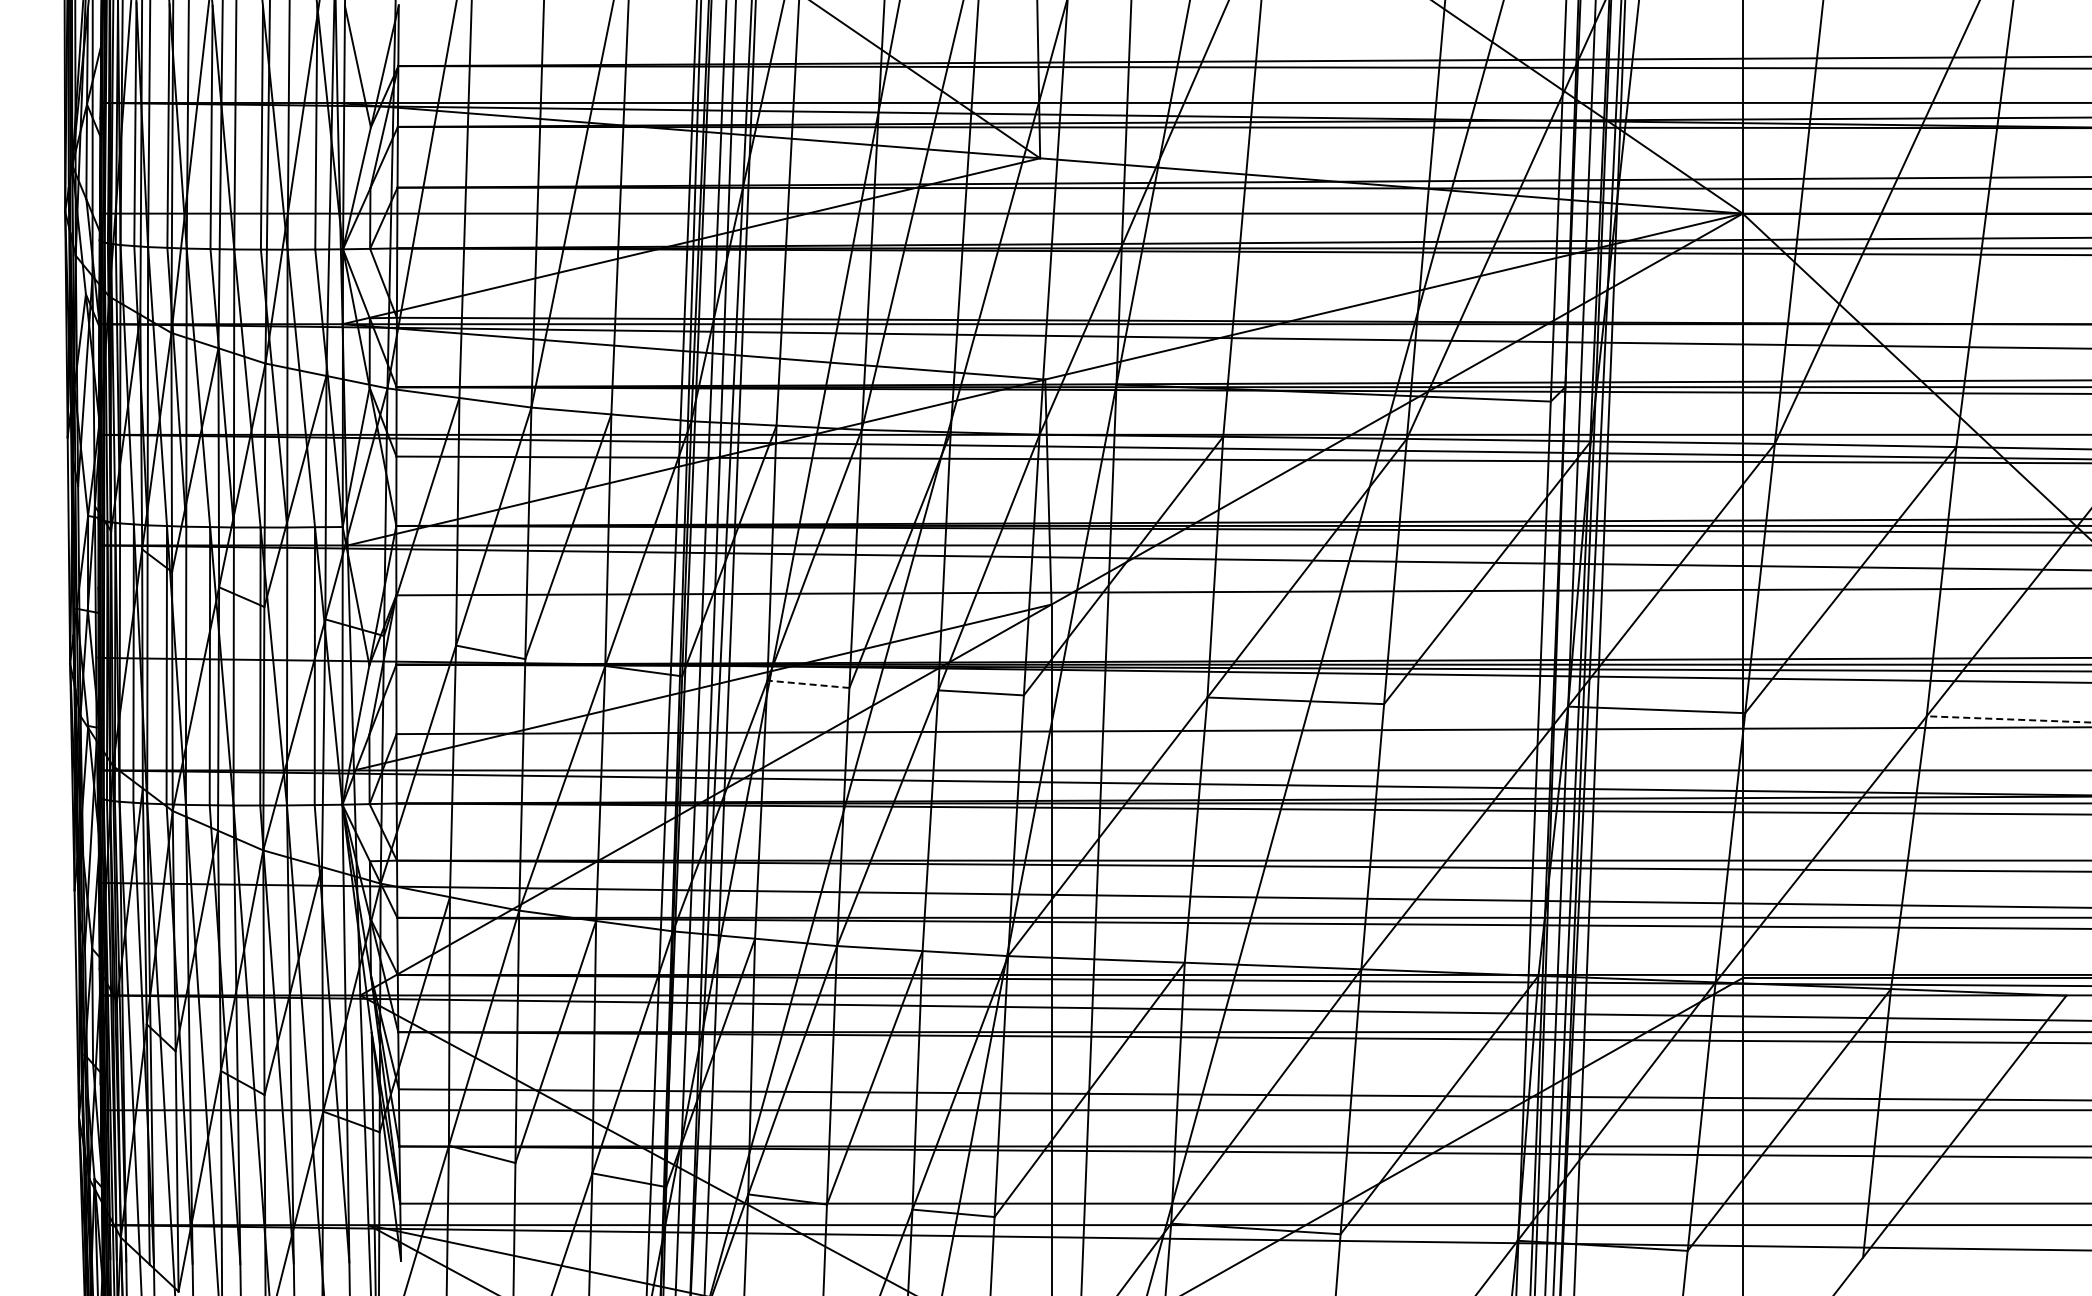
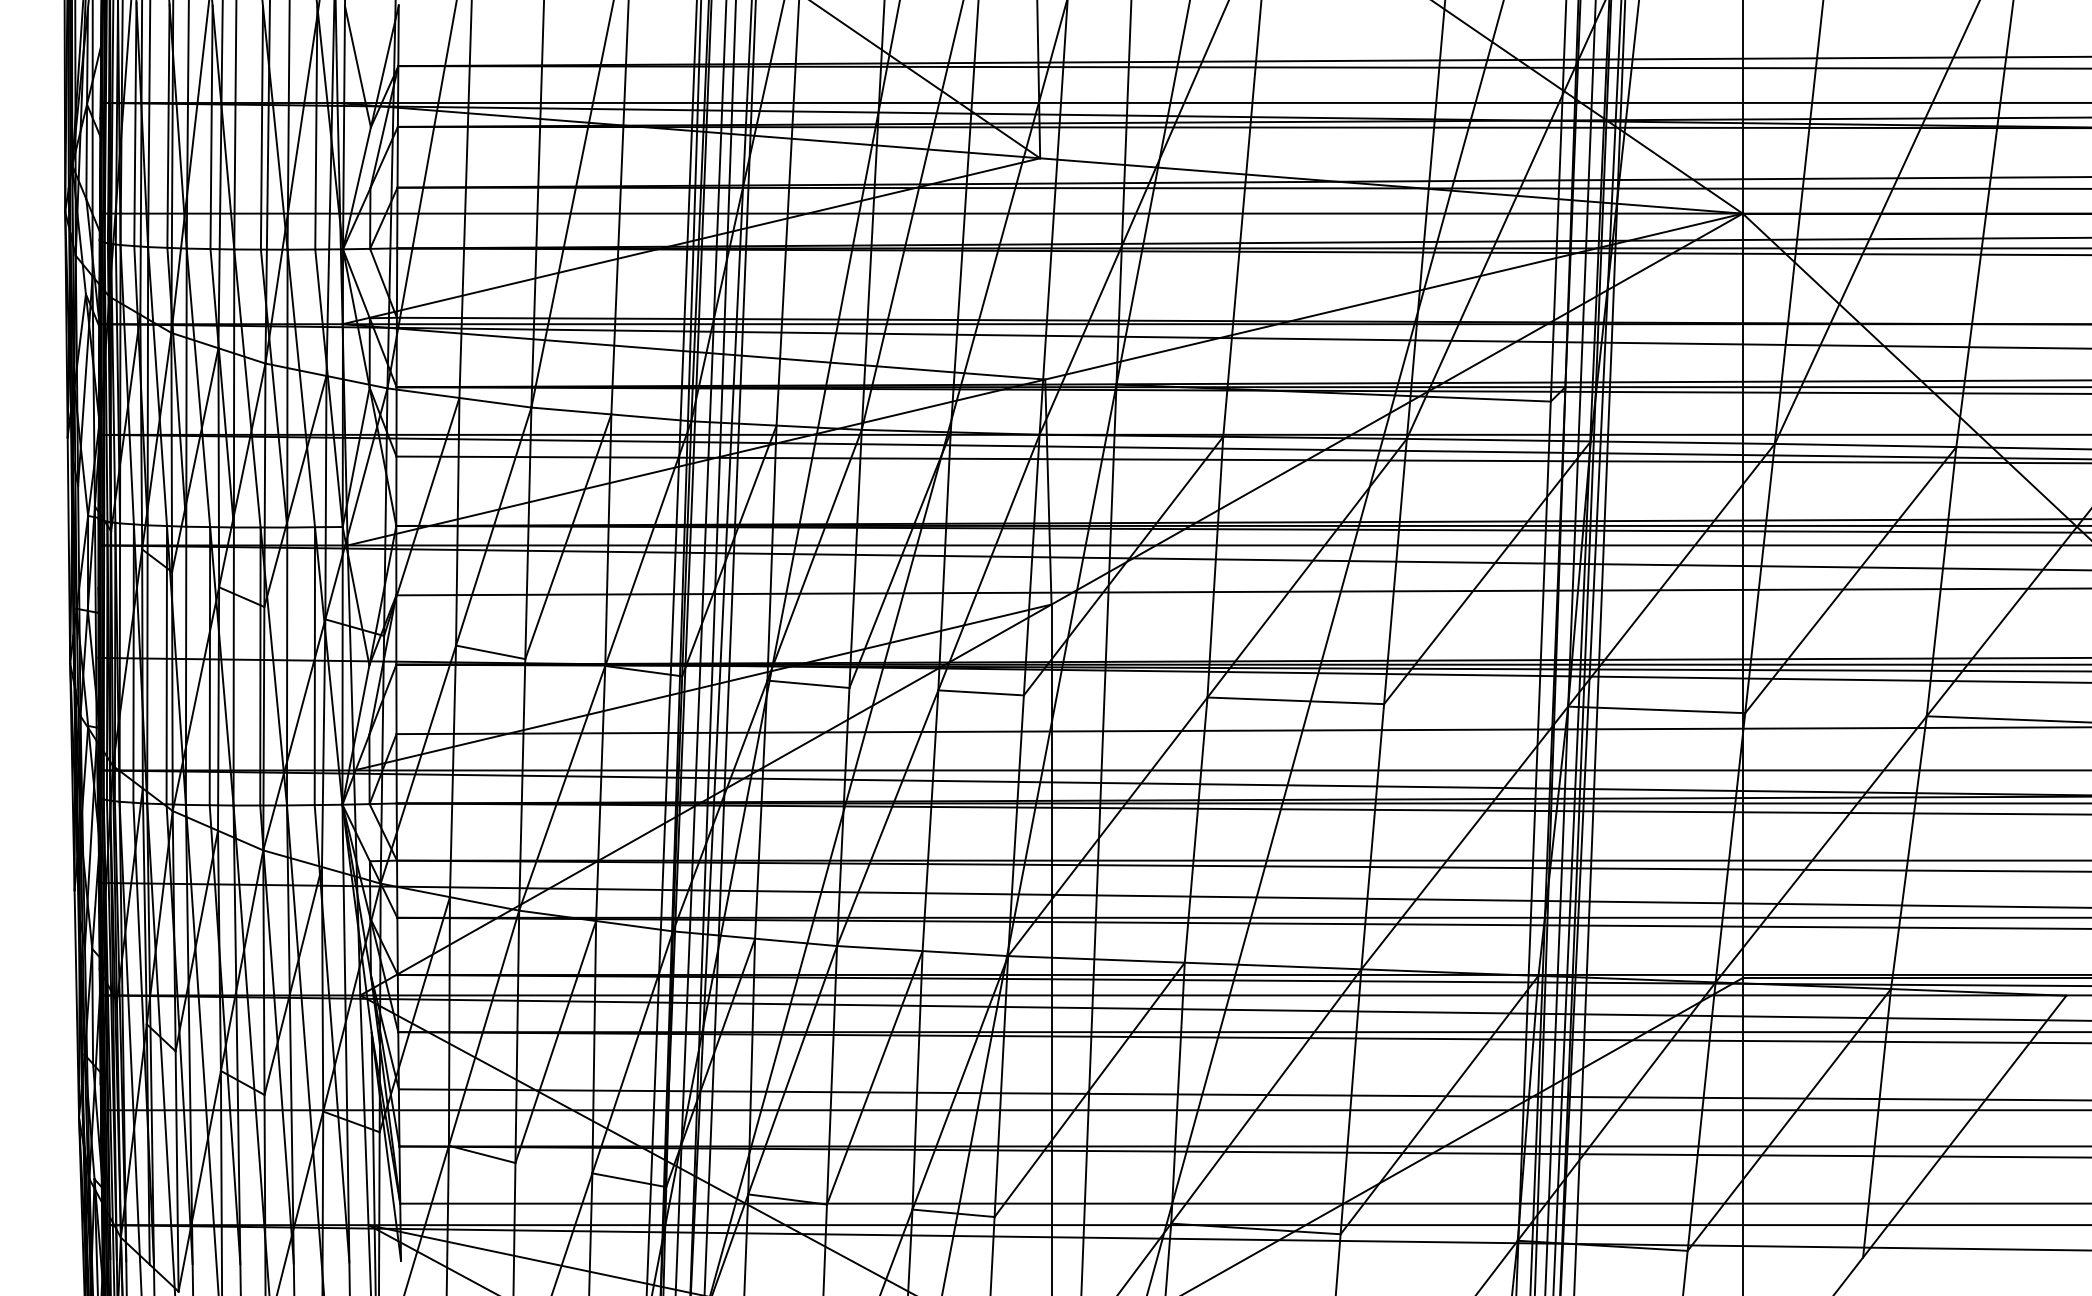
line at (807, 684): dashed -> solid
line at (2008, 719): dashed -> solid
